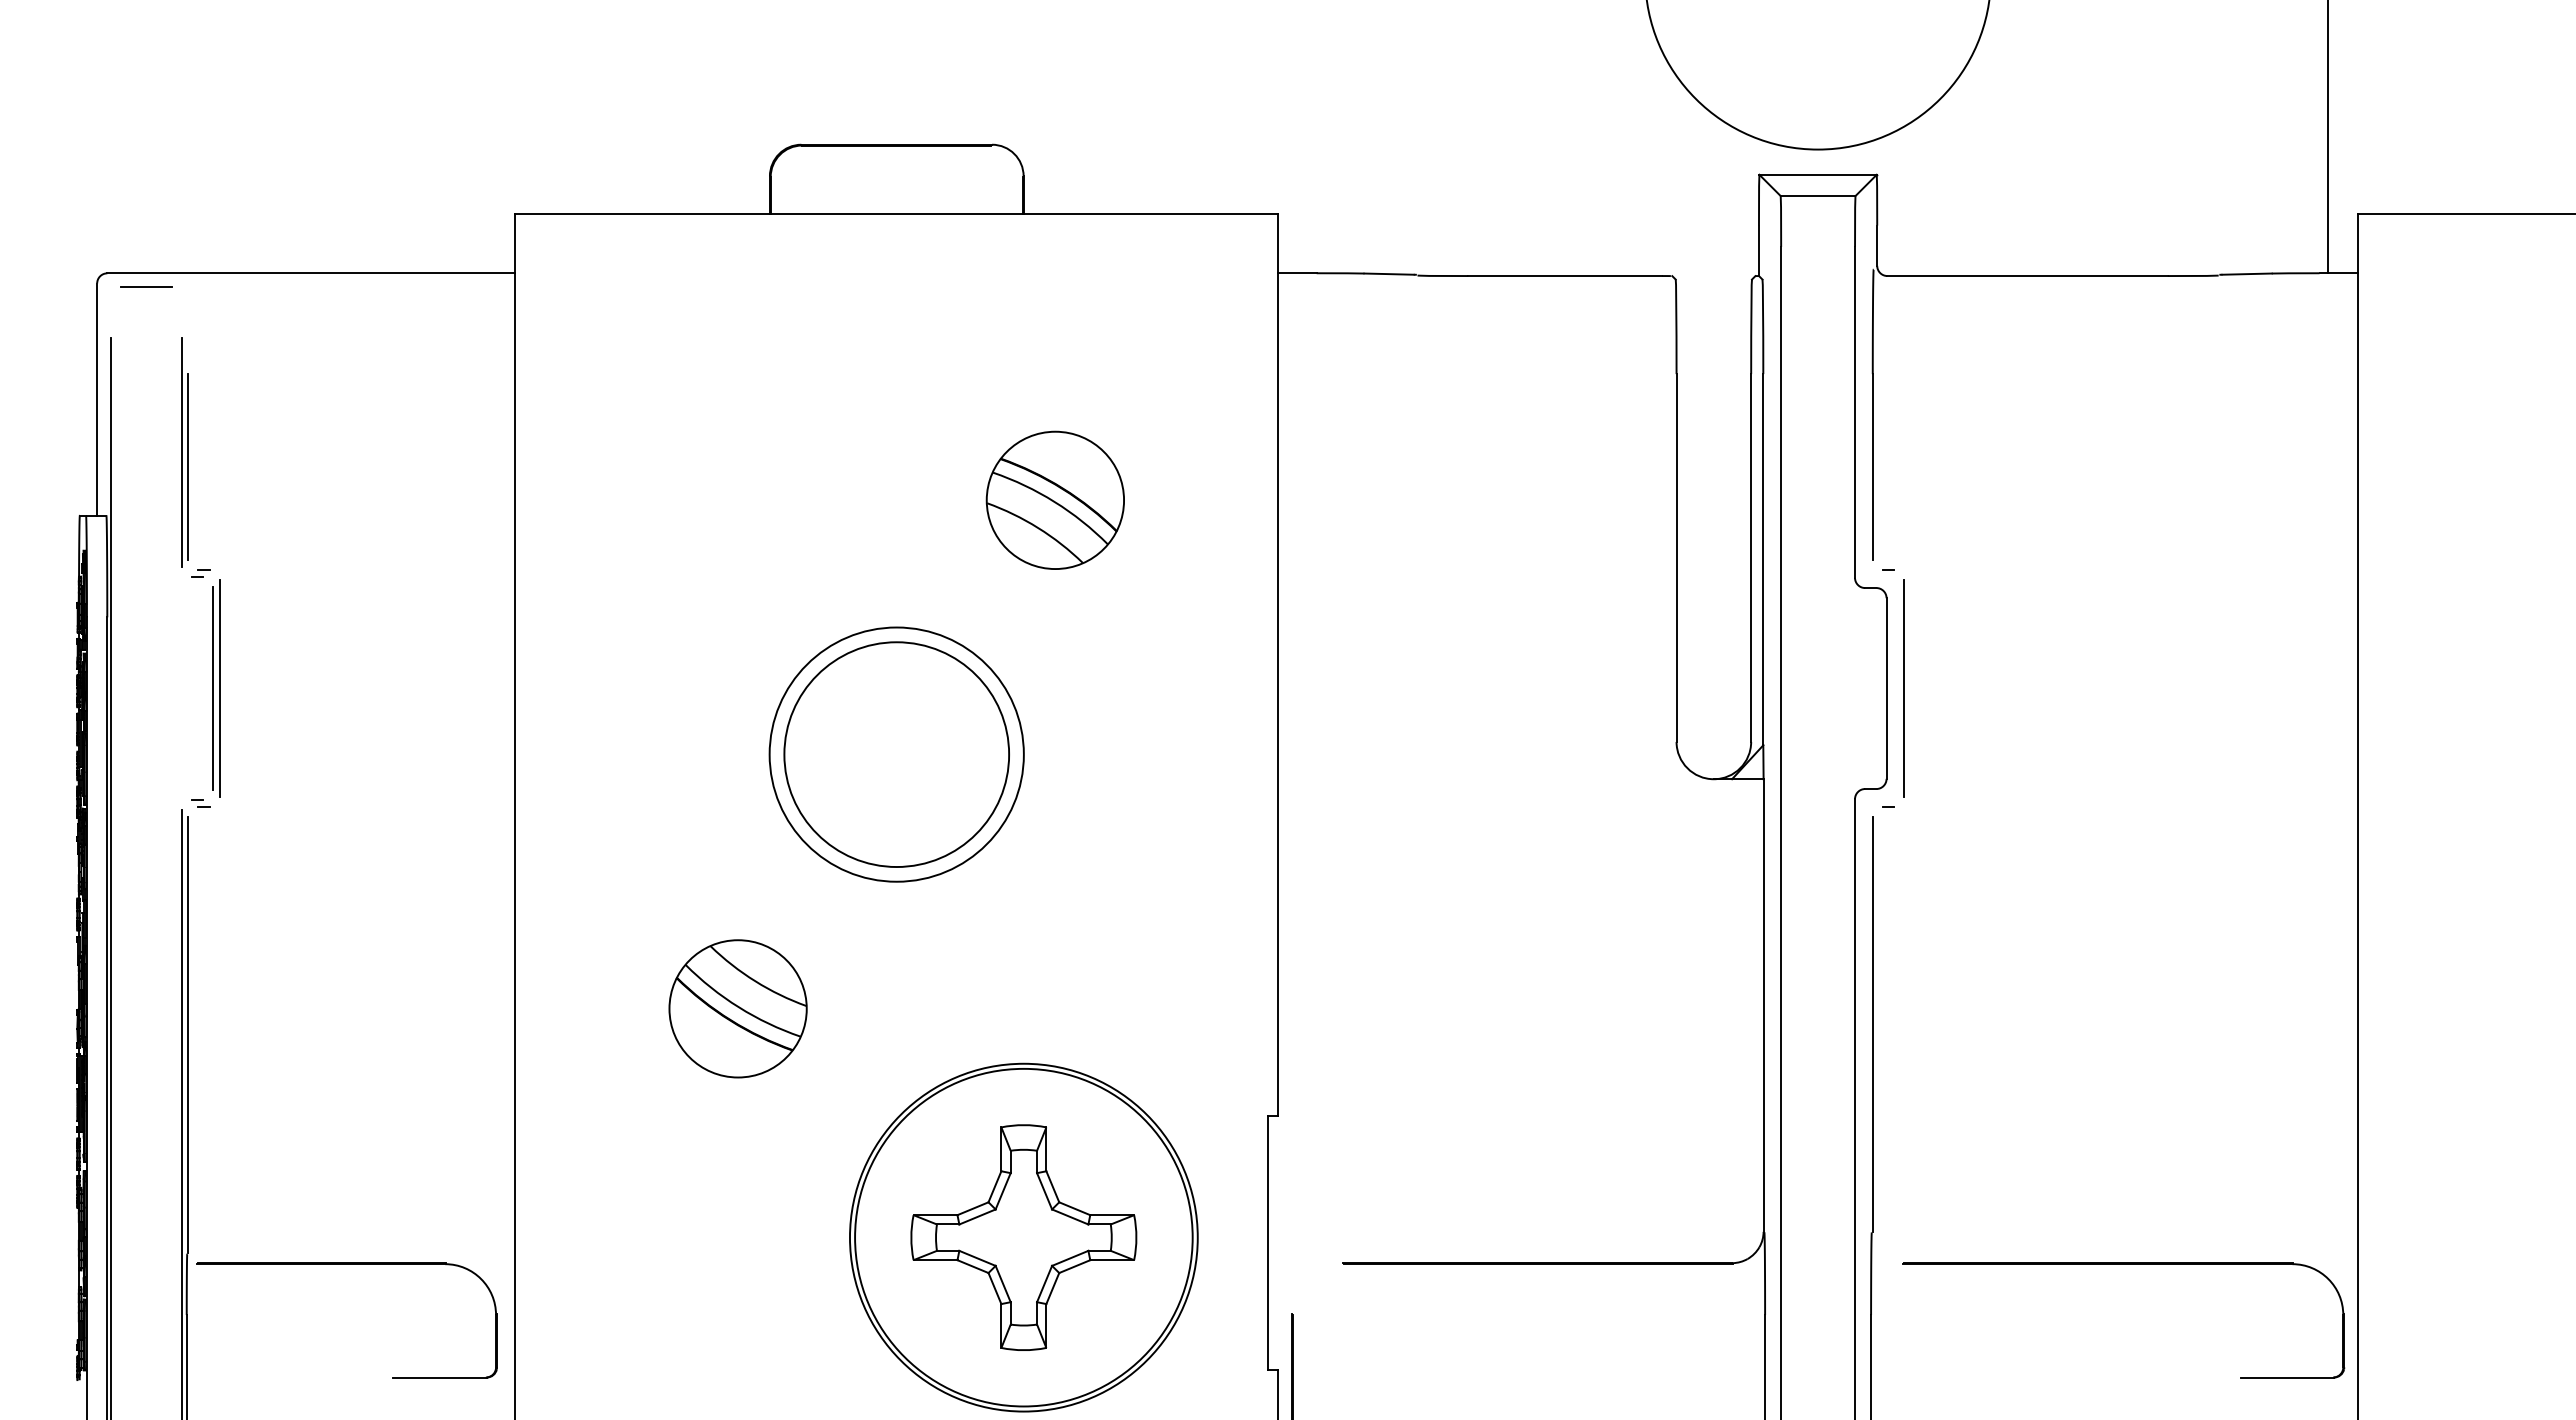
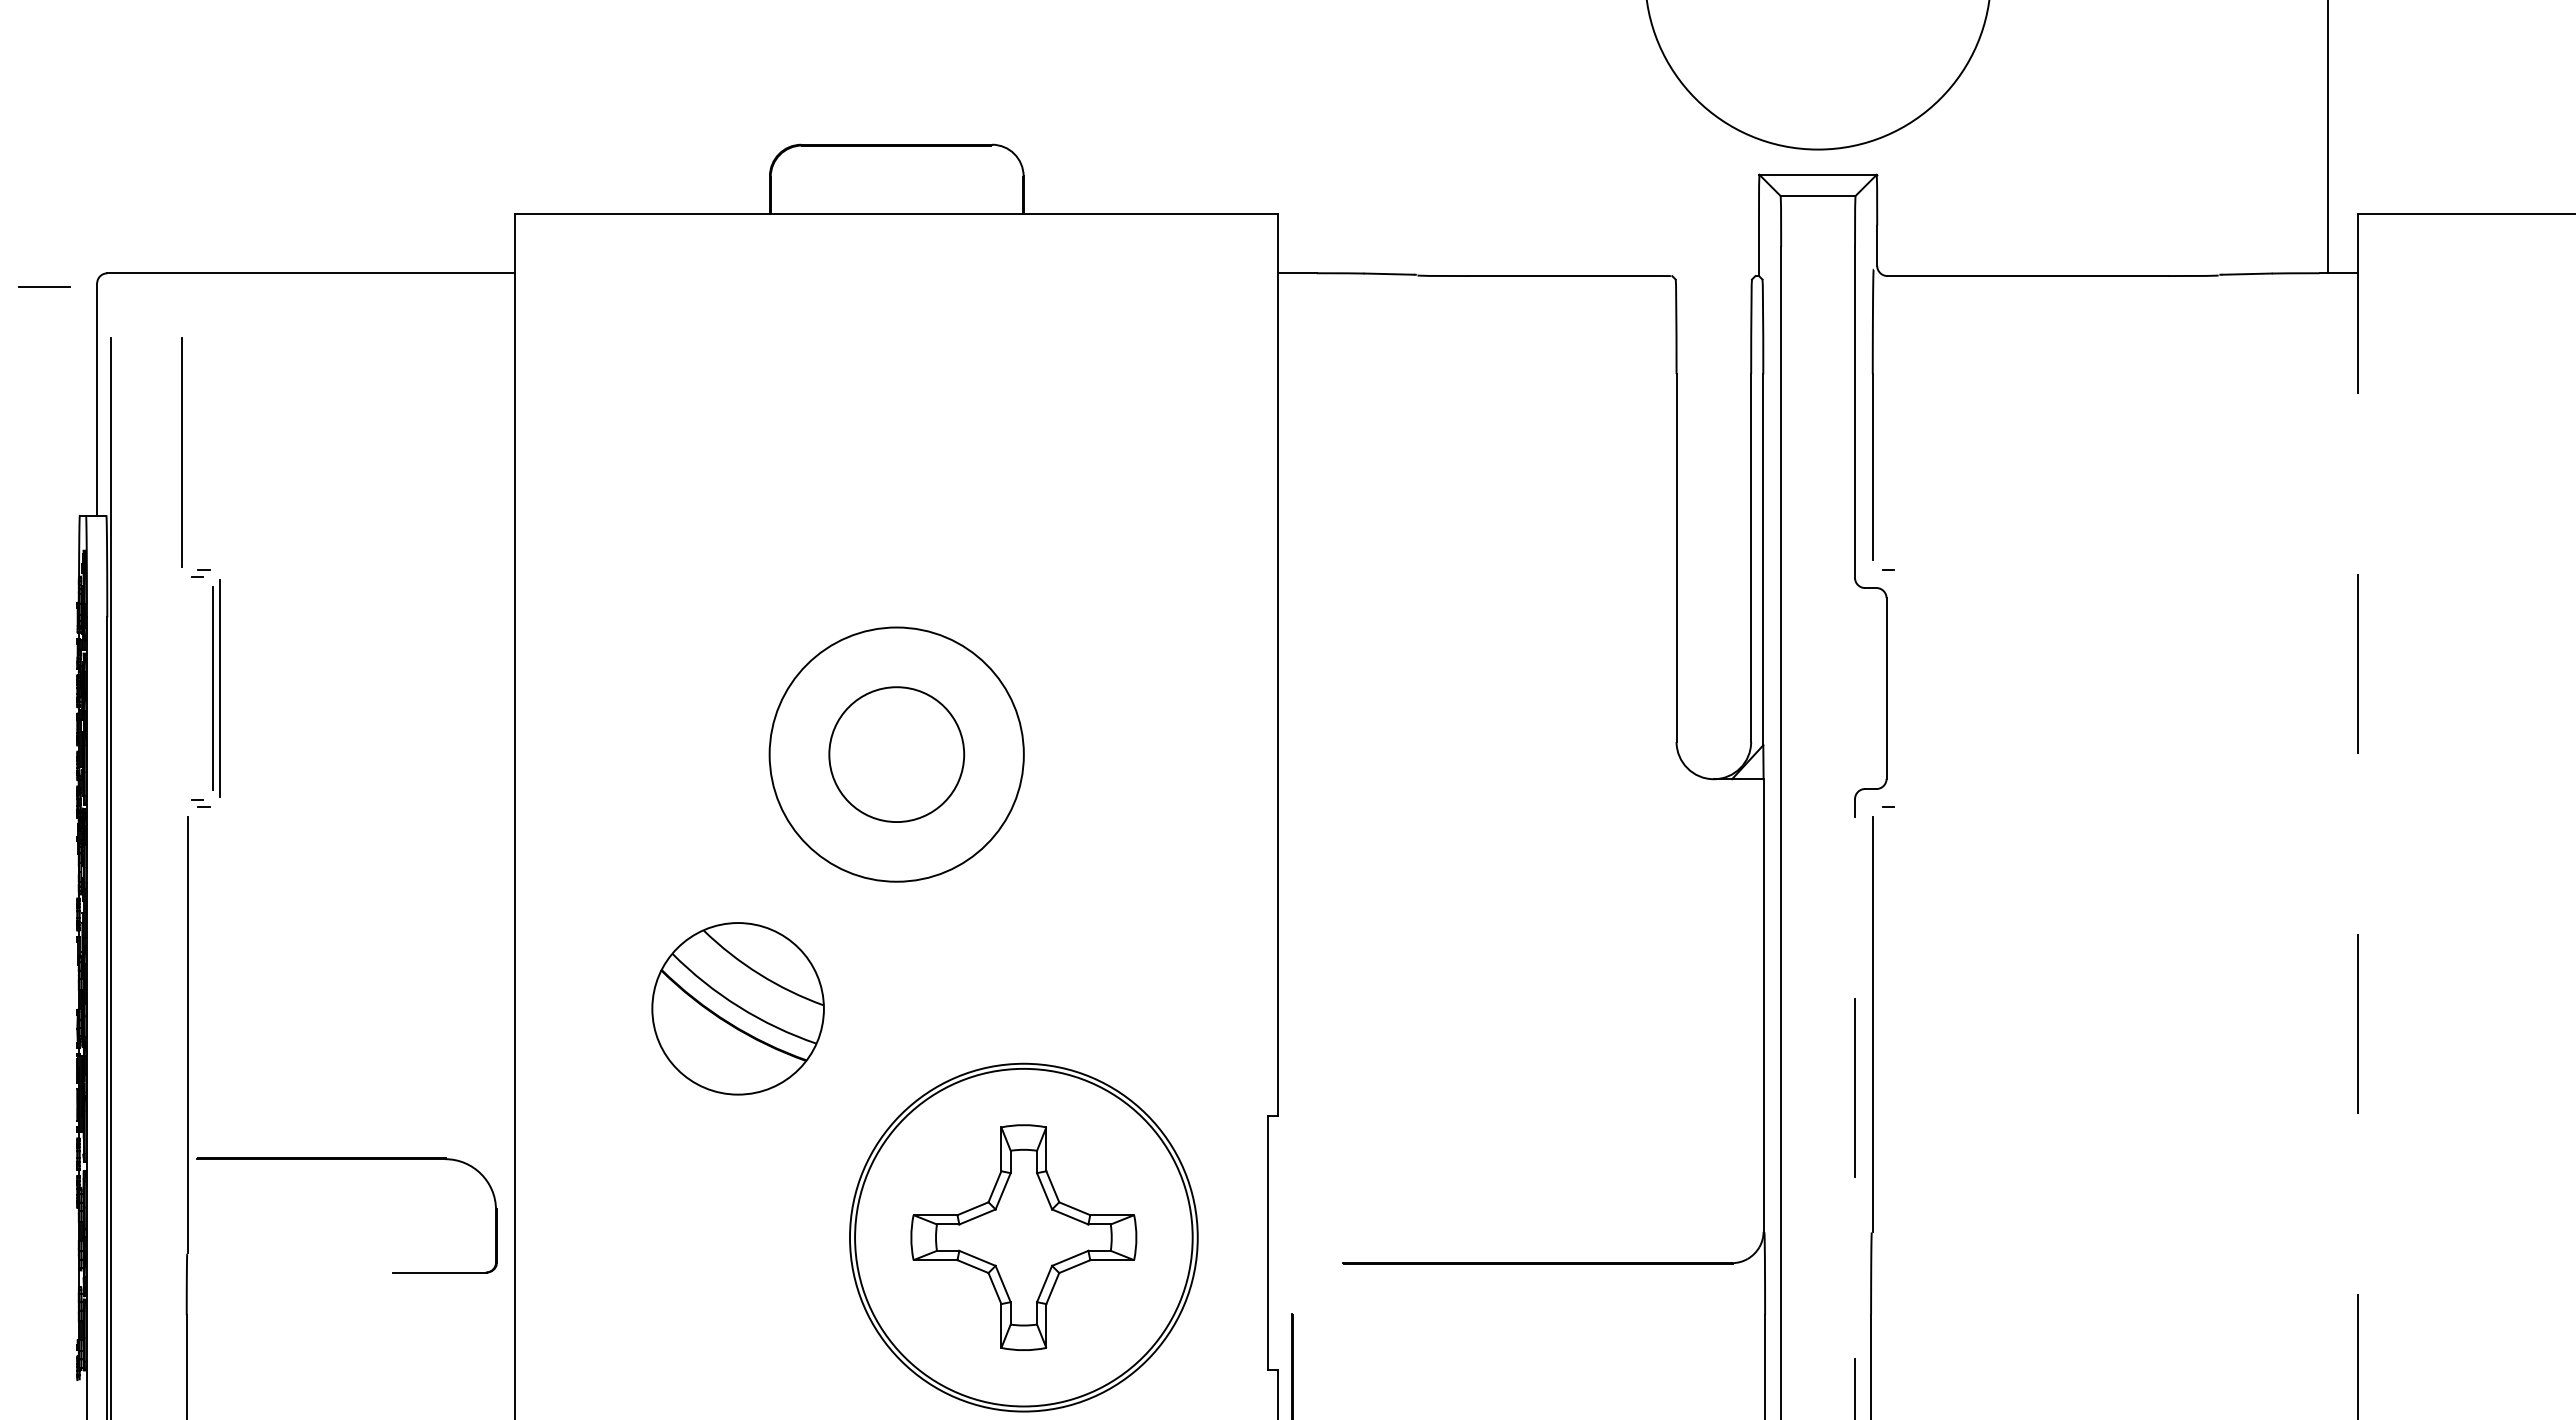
line at (146, 286) position: (146, 286) -> (44, 286)
line at (188, 467): present -> none
part at (1054, 499): present -> none
line at (1904, 688): present -> none
circle at (896, 754) diameter: 225 px -> 135 px
line at (2358, 817): solid -> dashed
part at (737, 1008) size: 140x140 px -> 174x174 px
line at (1855, 1109): solid -> dashed
line at (181, 1113): present -> none
part at (346, 1264) position: (346, 1264) -> (346, 1159)
part at (2123, 1264): present -> none
